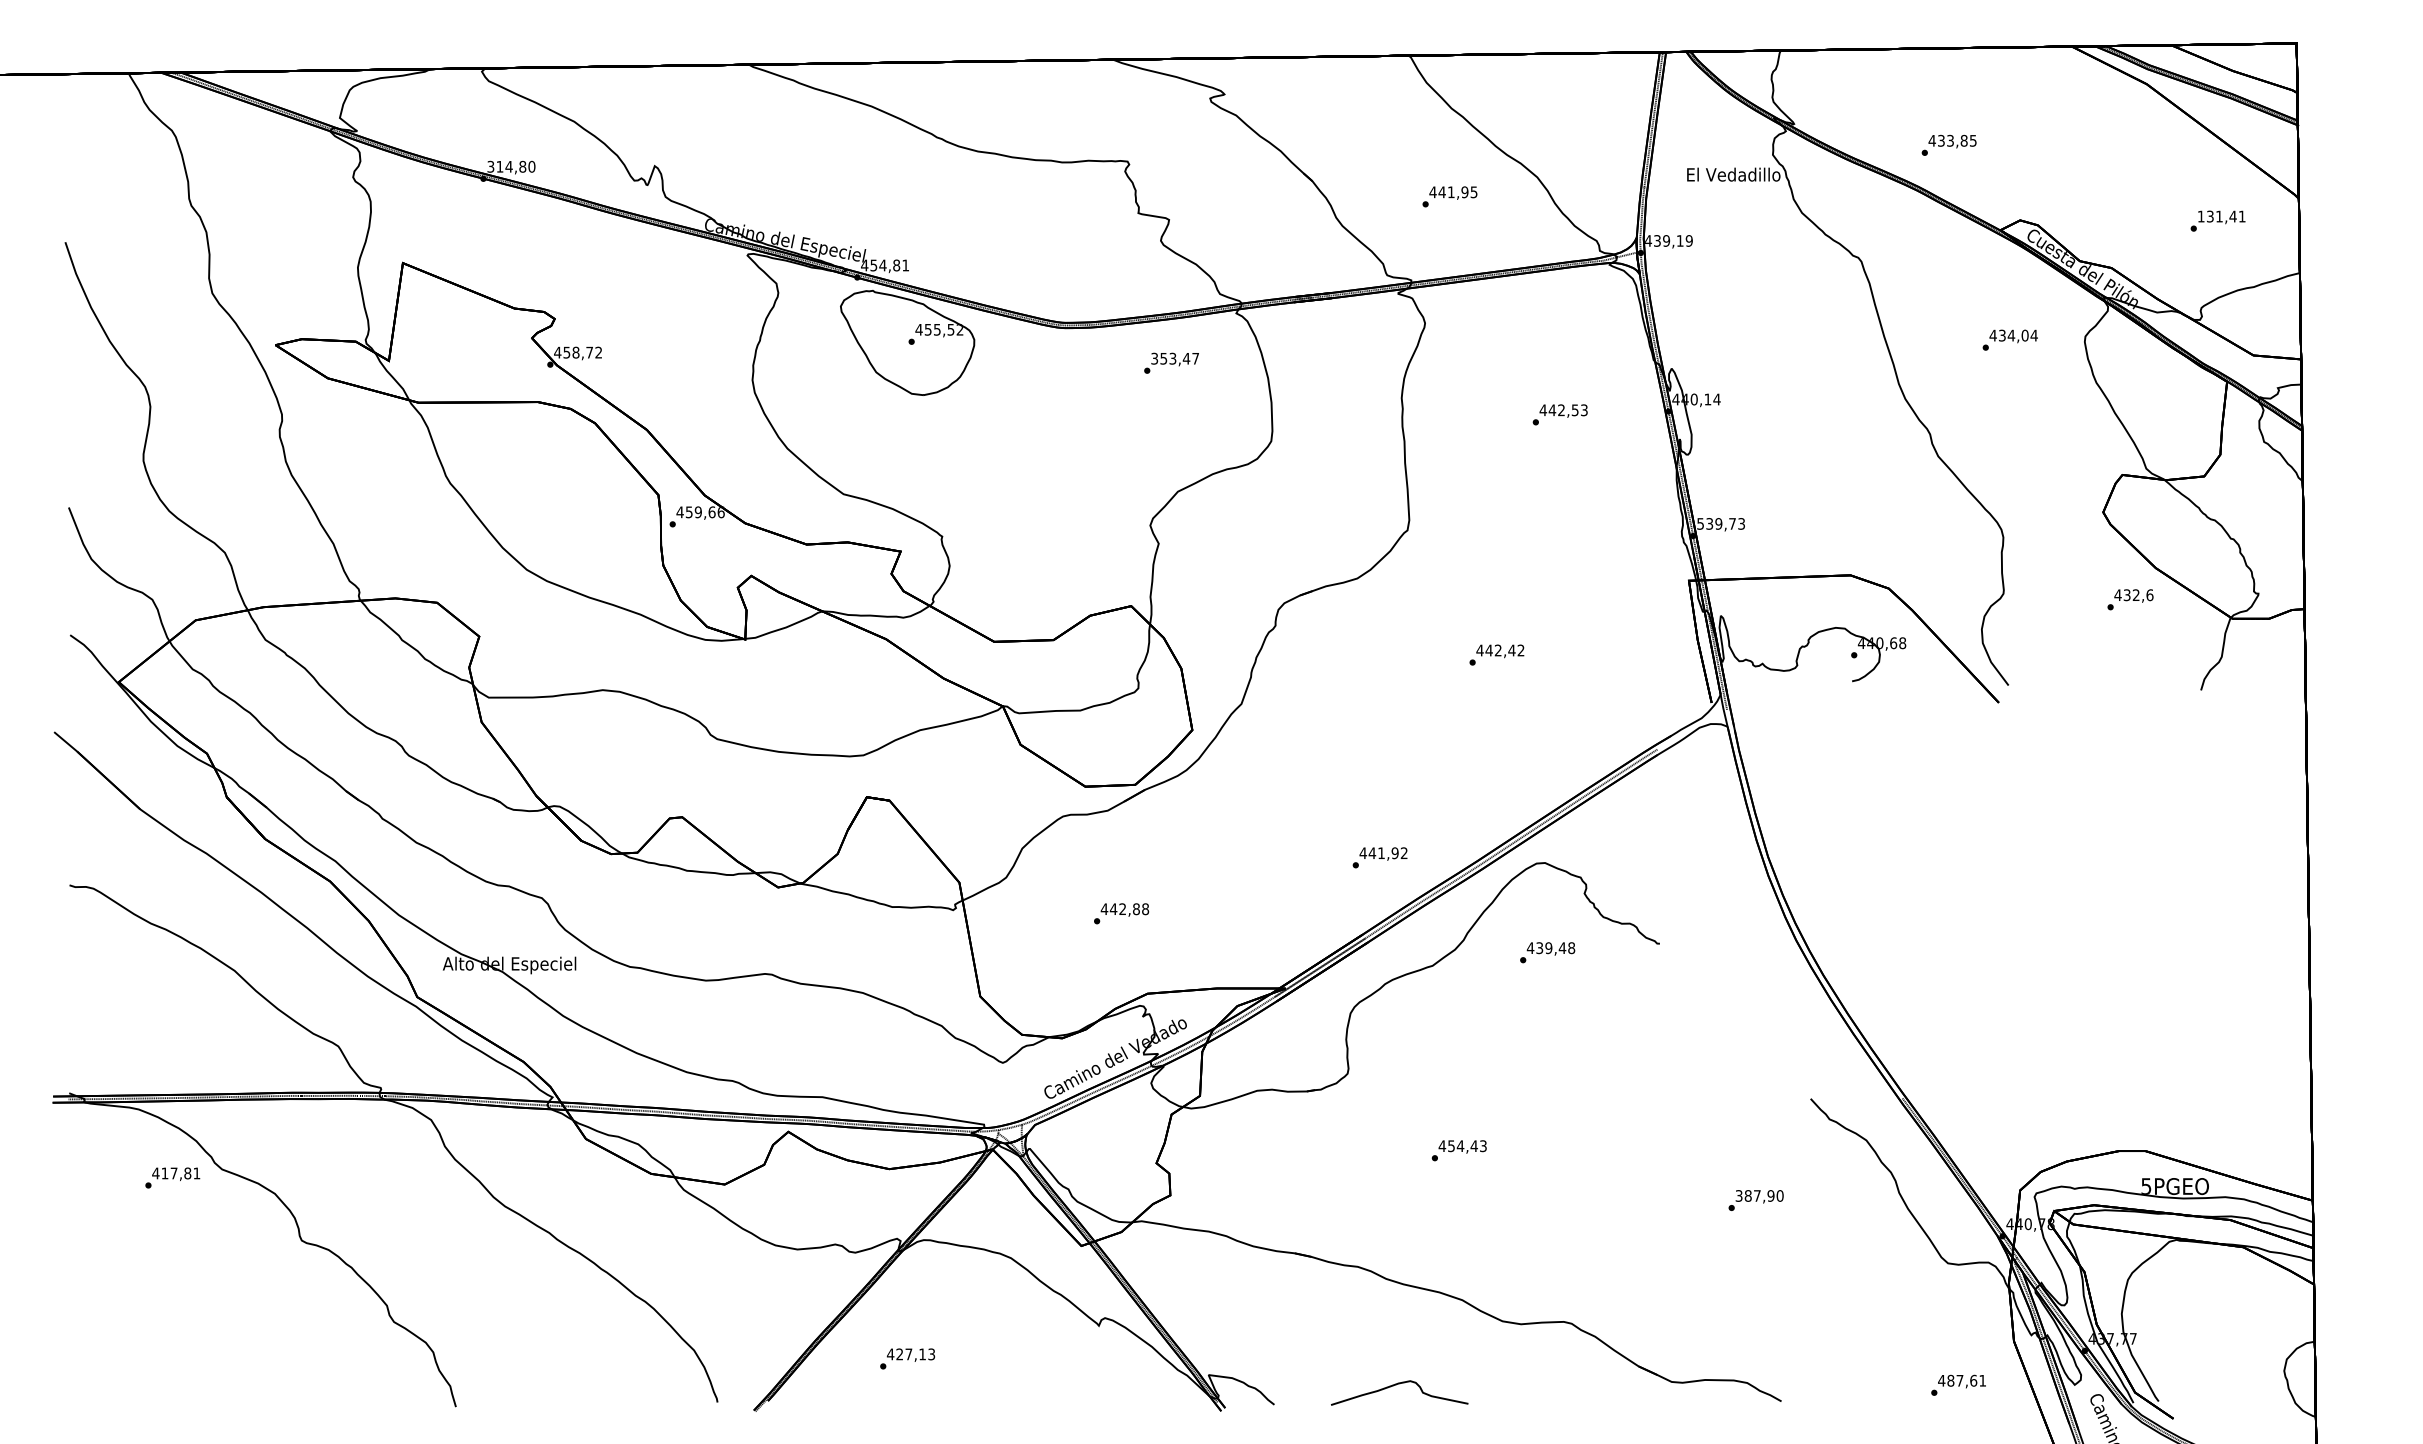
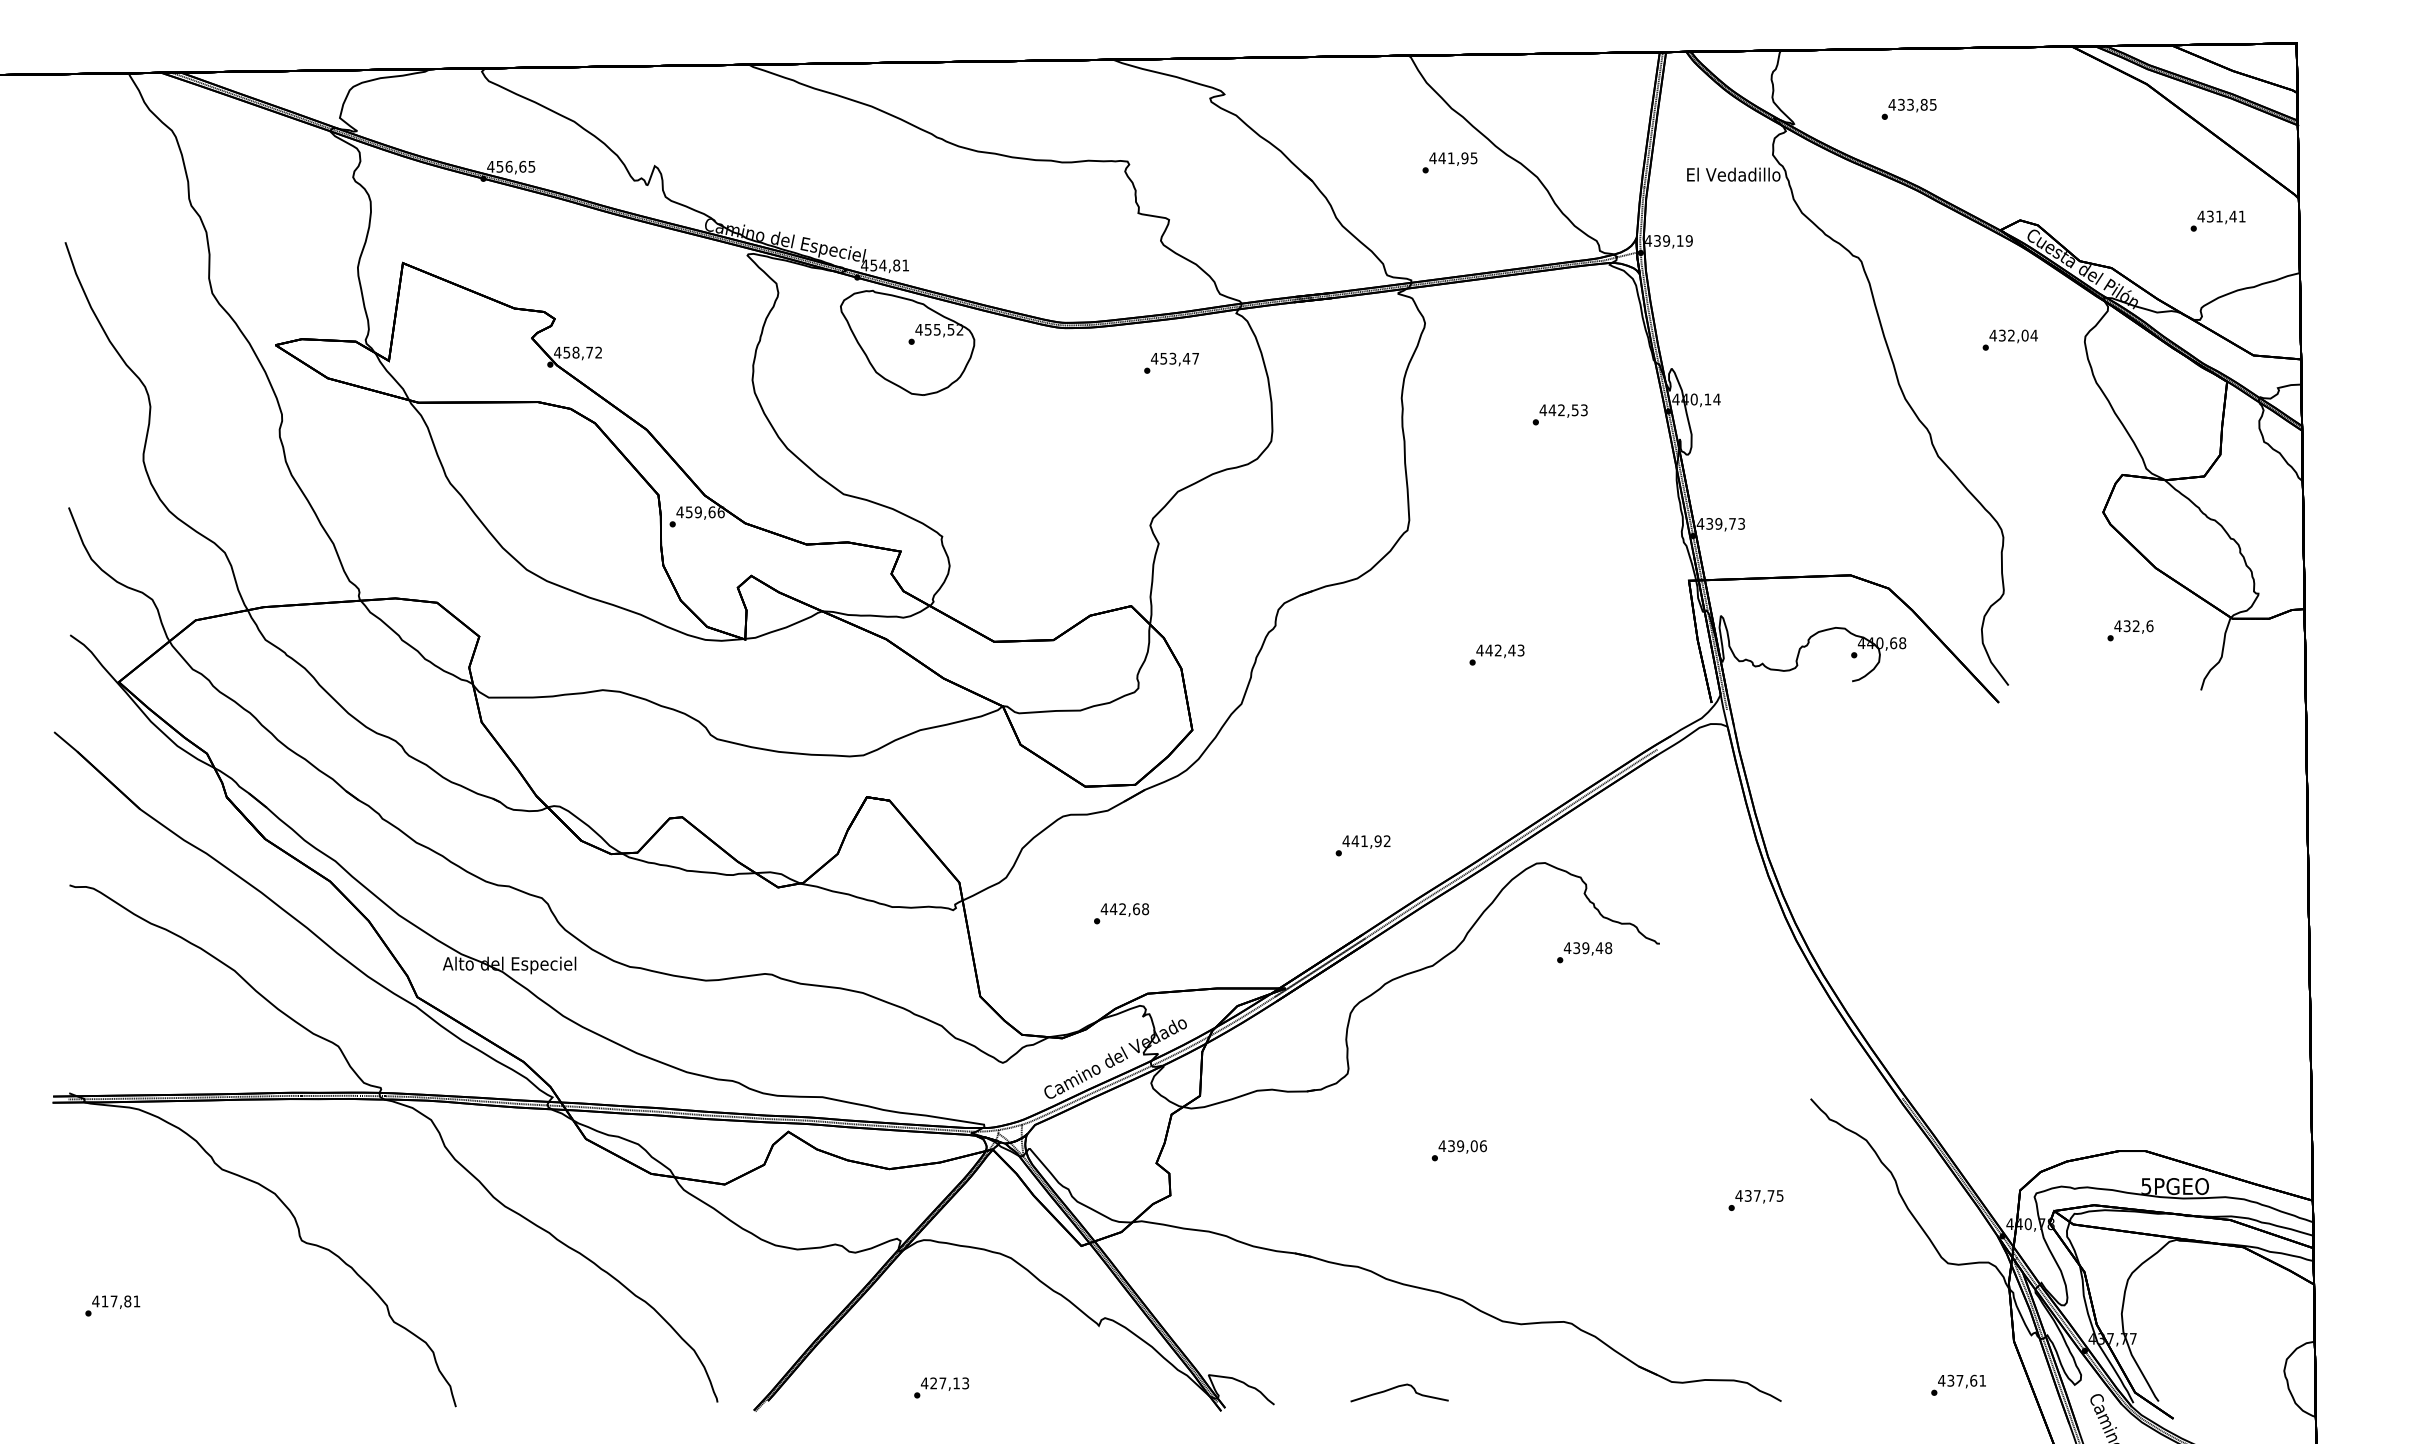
text at (1948, 144) position: (1948, 144) -> (1908, 108)
text at (511, 166): 314,80 -> 456,65
text at (1449, 196) position: (1449, 196) -> (1449, 162)
text at (2200, 216): 131,41 -> 431,41
text at (2011, 335): 434,04 -> 432,04
text at (1154, 358): 353,47 -> 453,47
text at (1700, 523): 539,73 -> 439,73
text at (2130, 599) position: (2130, 599) -> (2130, 630)
text at (1520, 650): 442,42 -> 442,43
text at (1379, 857) position: (1379, 857) -> (1362, 845)
text at (1136, 908): 442,88 -> 442,68
text at (1547, 952) position: (1547, 952) -> (1584, 952)
text at (1467, 1146): 454,43 -> 439,06
text at (172, 1177) position: (172, 1177) -> (112, 1305)
text at (1759, 1195): 387,90 -> 437,75
text at (907, 1358) position: (907, 1358) -> (941, 1387)
text at (1950, 1380): 487,61 -> 437,61
part at (1399, 1392) size: 138x26 px -> 99x20 px
